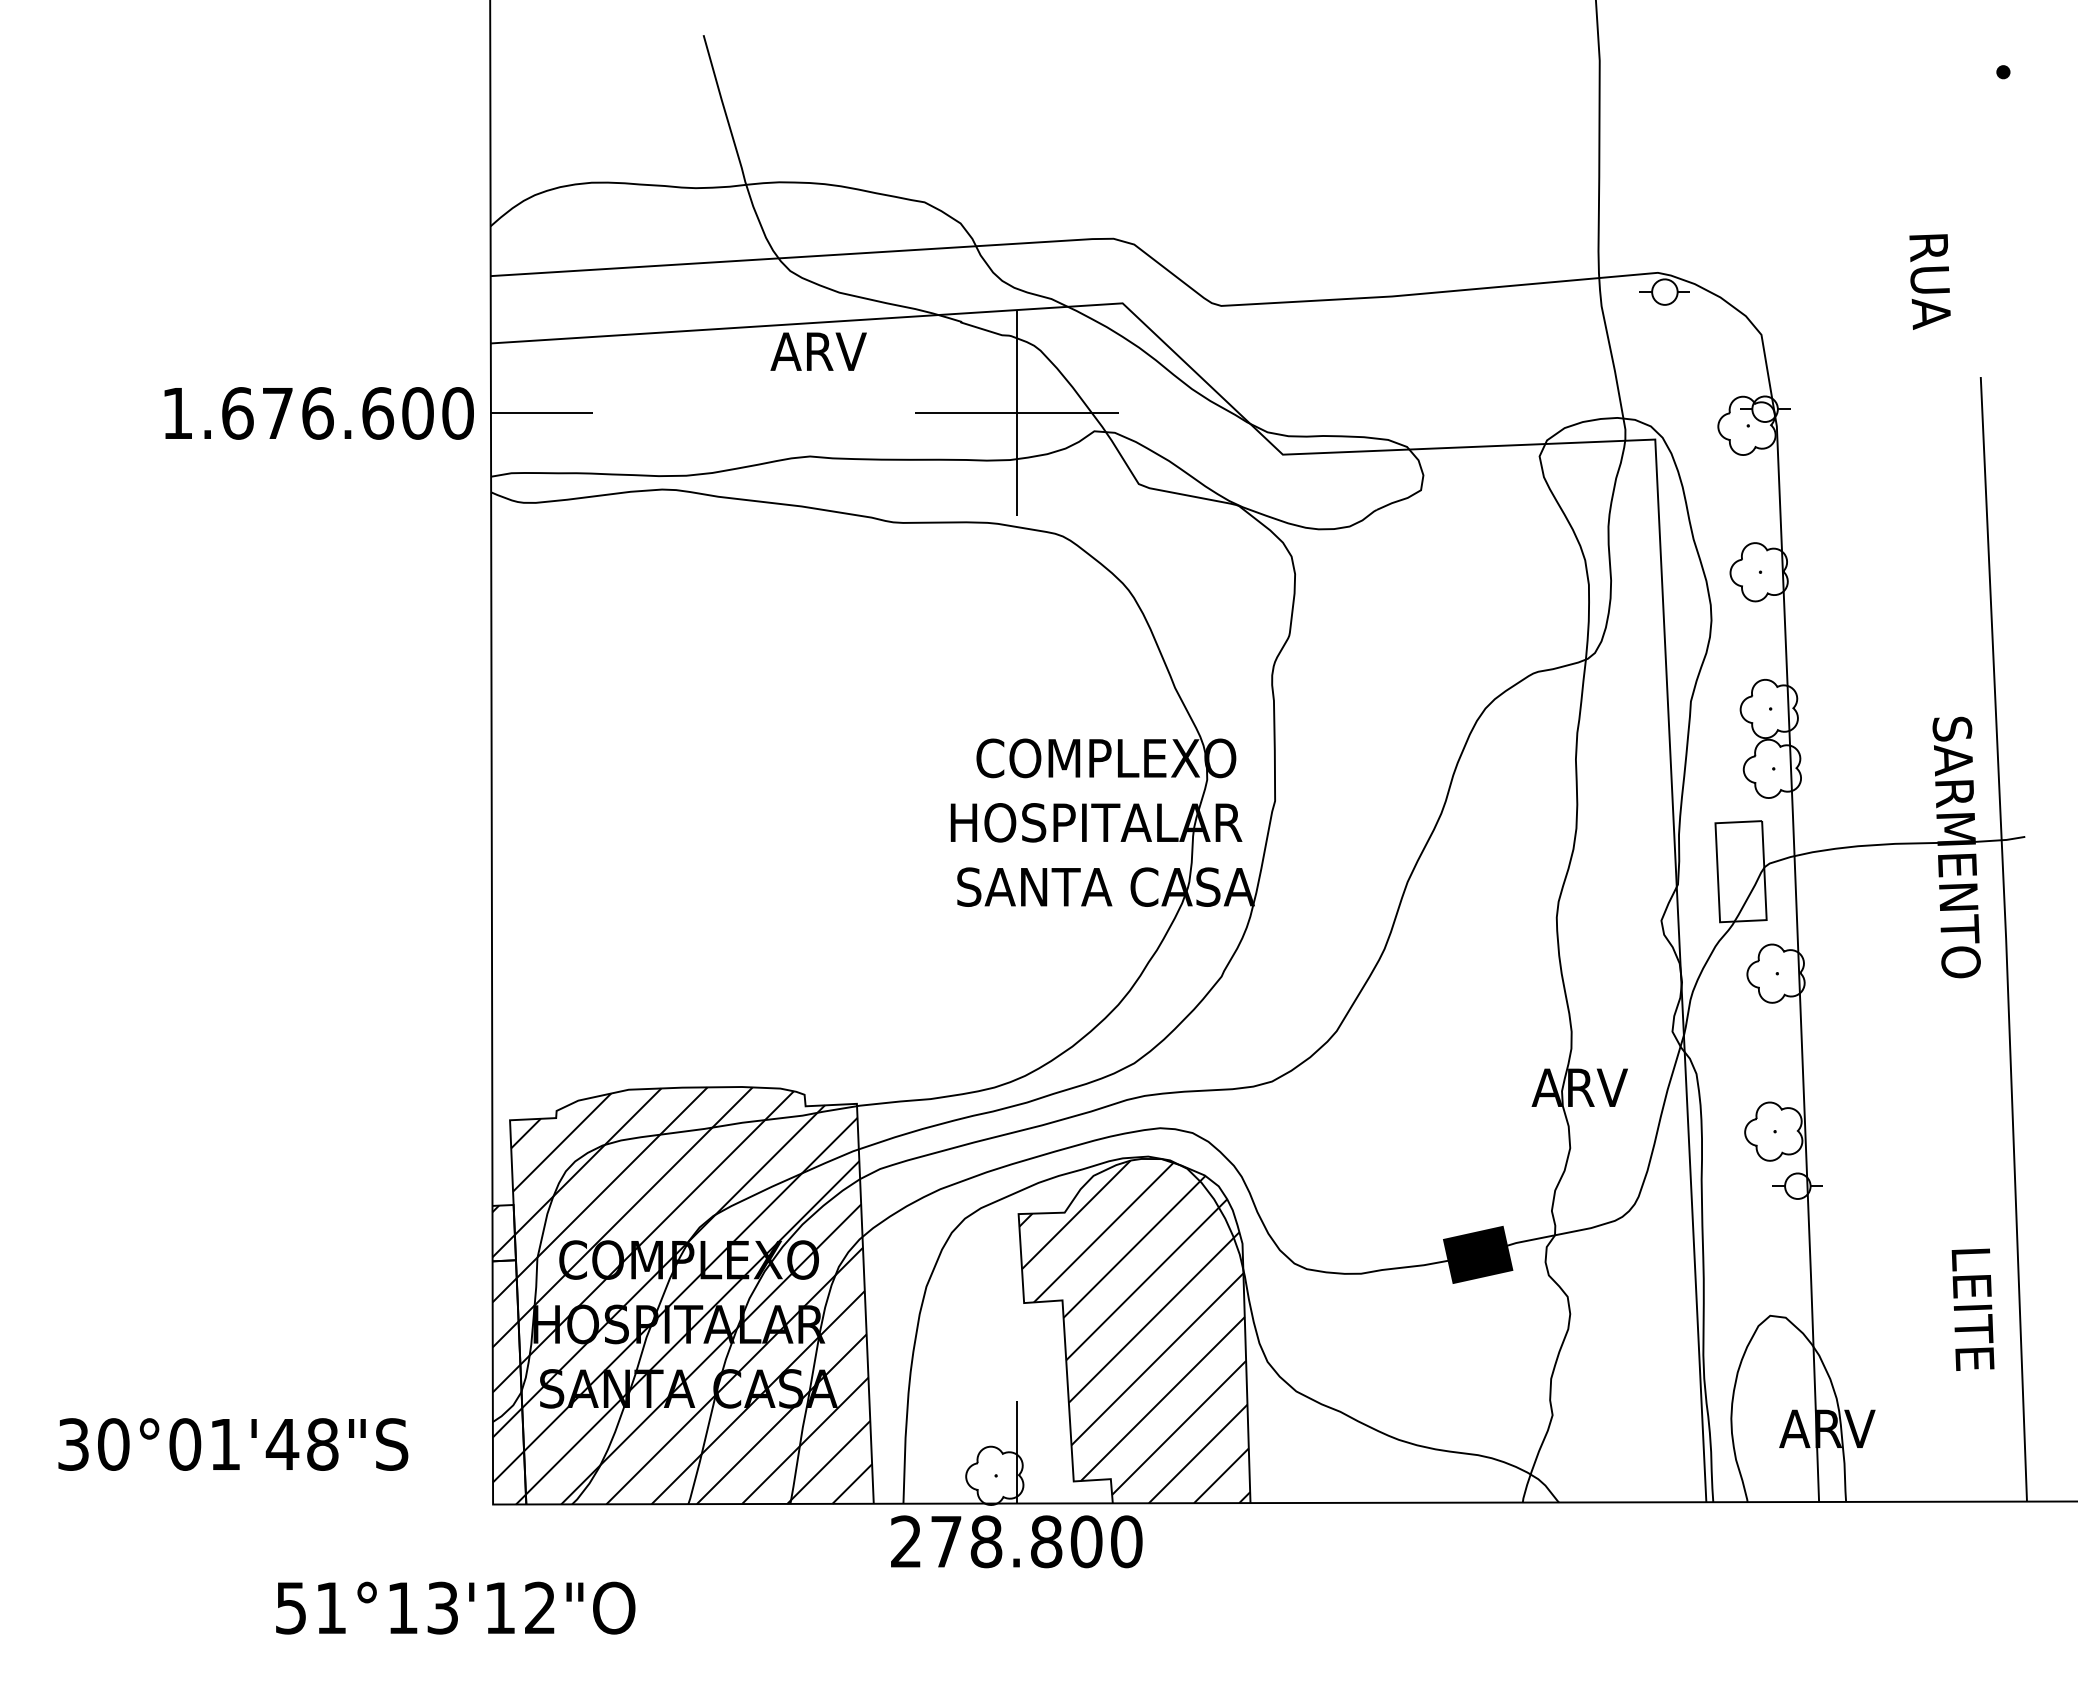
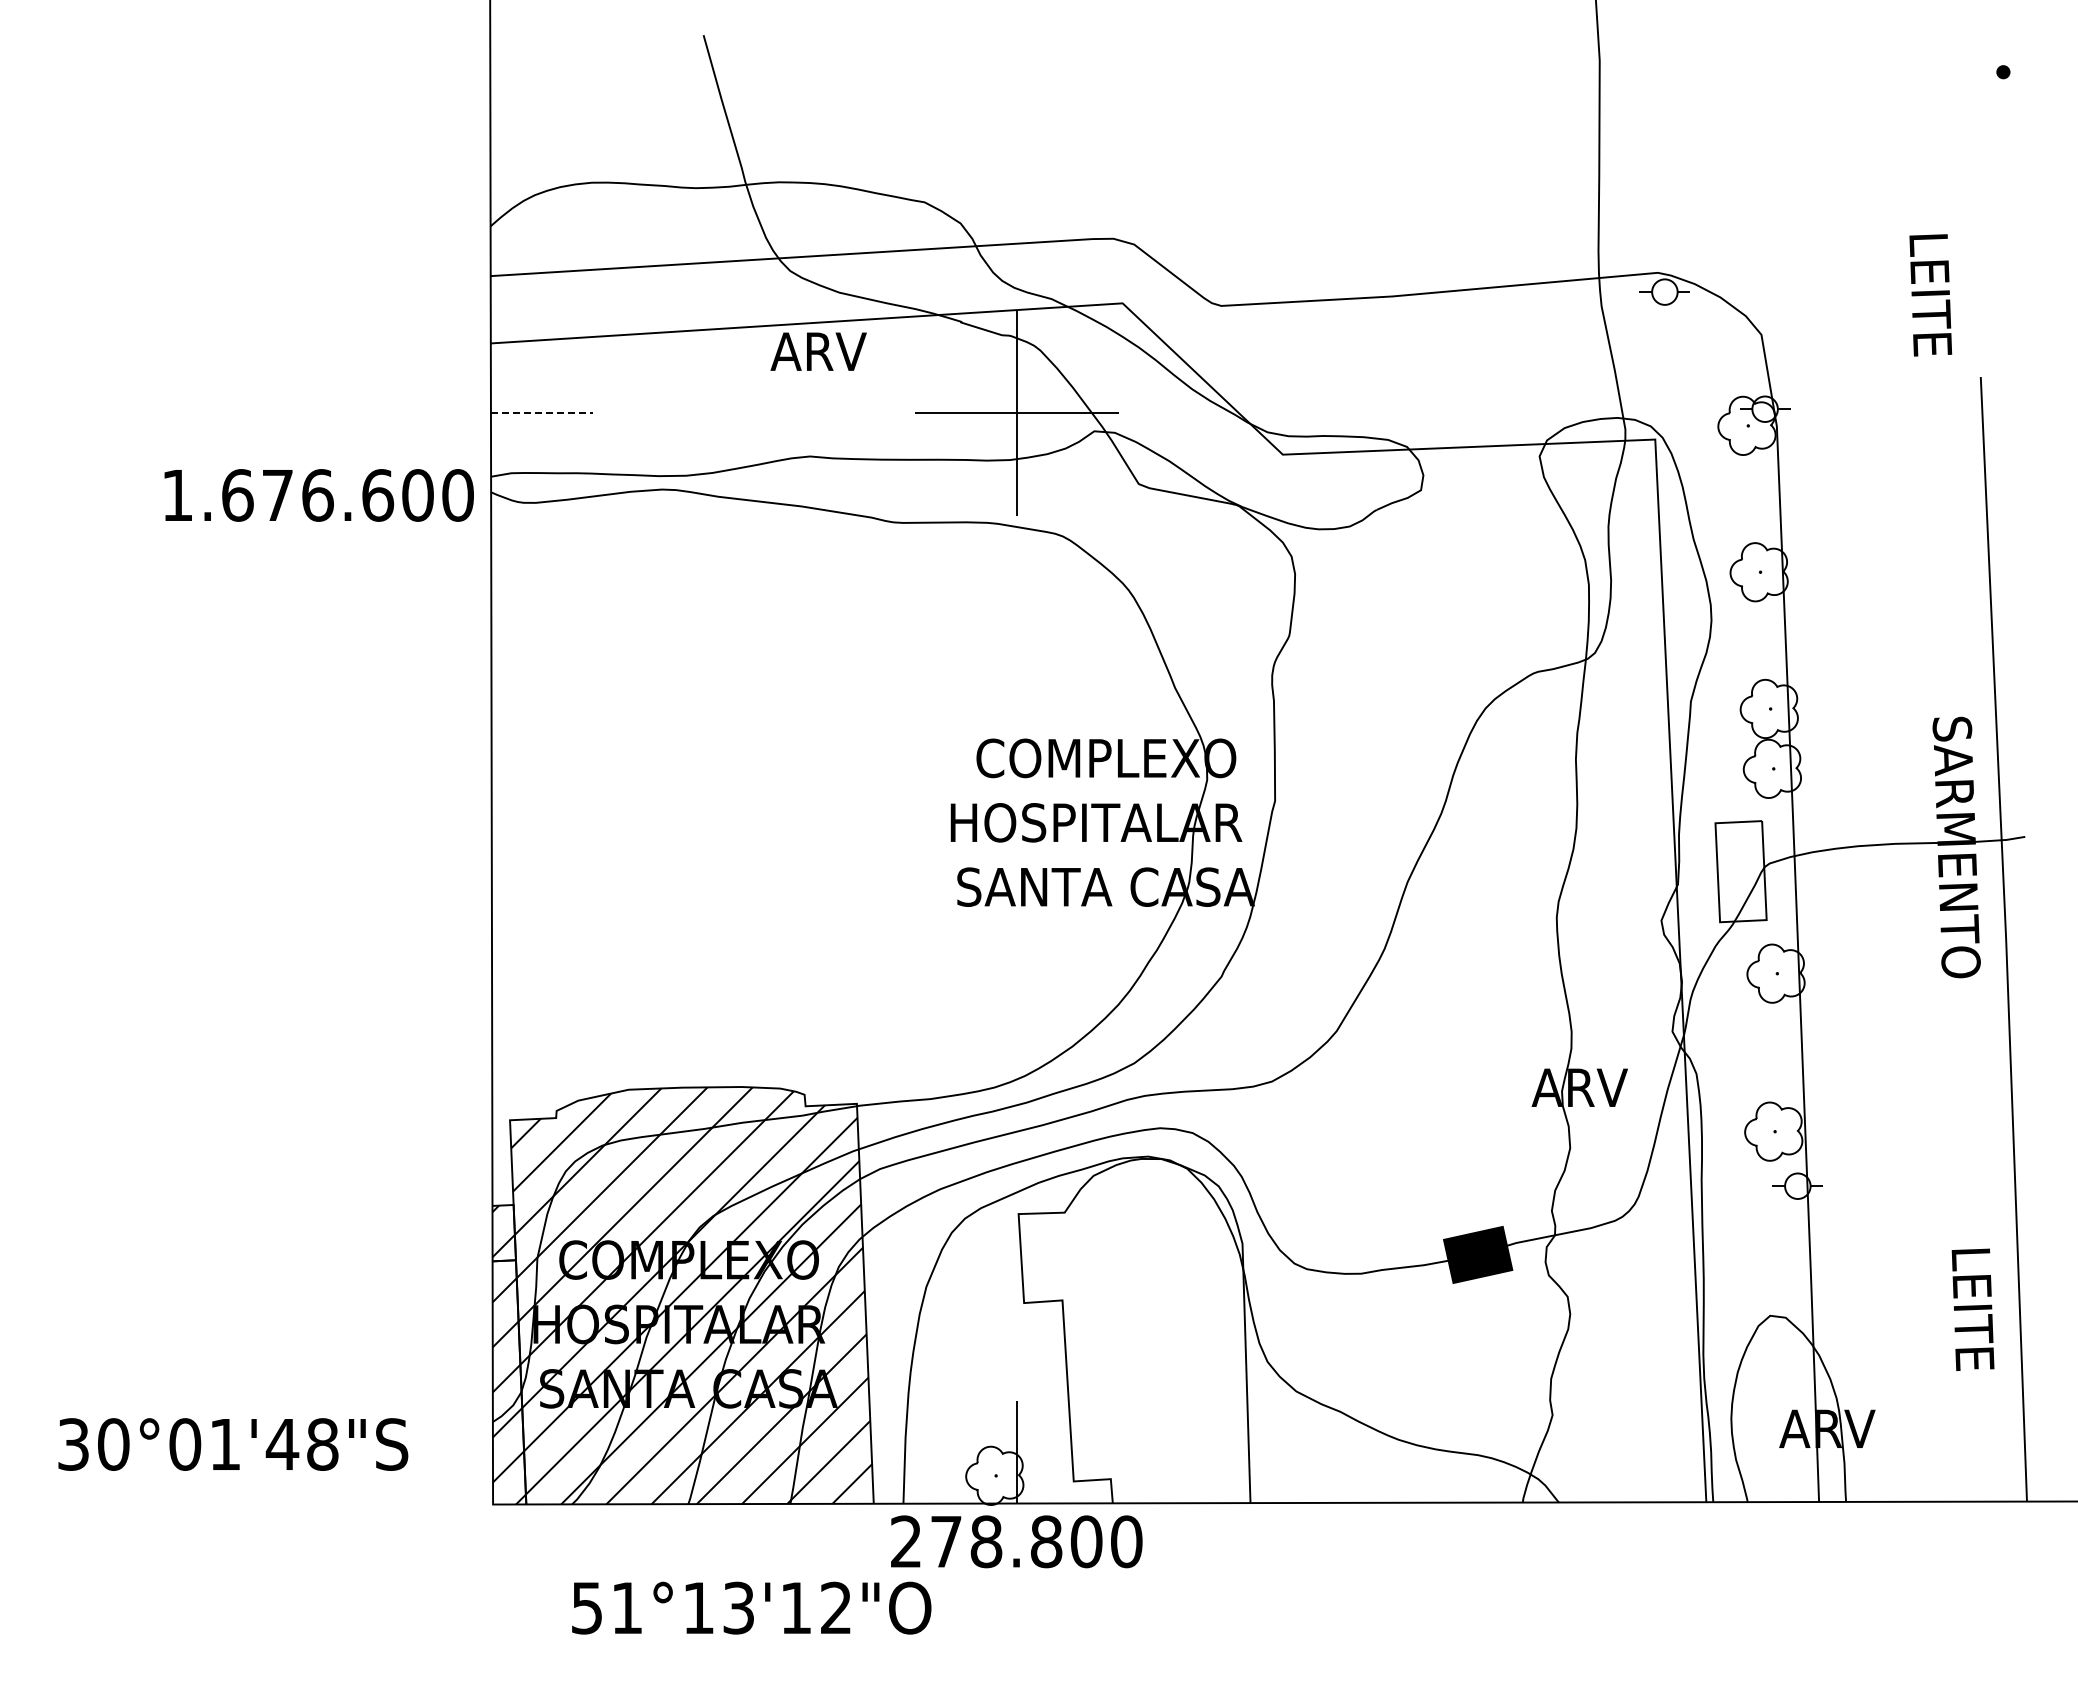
text at (1930, 297): RUA -> LEITE
text at (318, 413) position: (318, 413) -> (318, 495)
line at (542, 413): solid -> dashed
hatch at (1134, 1331): present -> none
text at (455, 1607) position: (455, 1607) -> (751, 1607)
